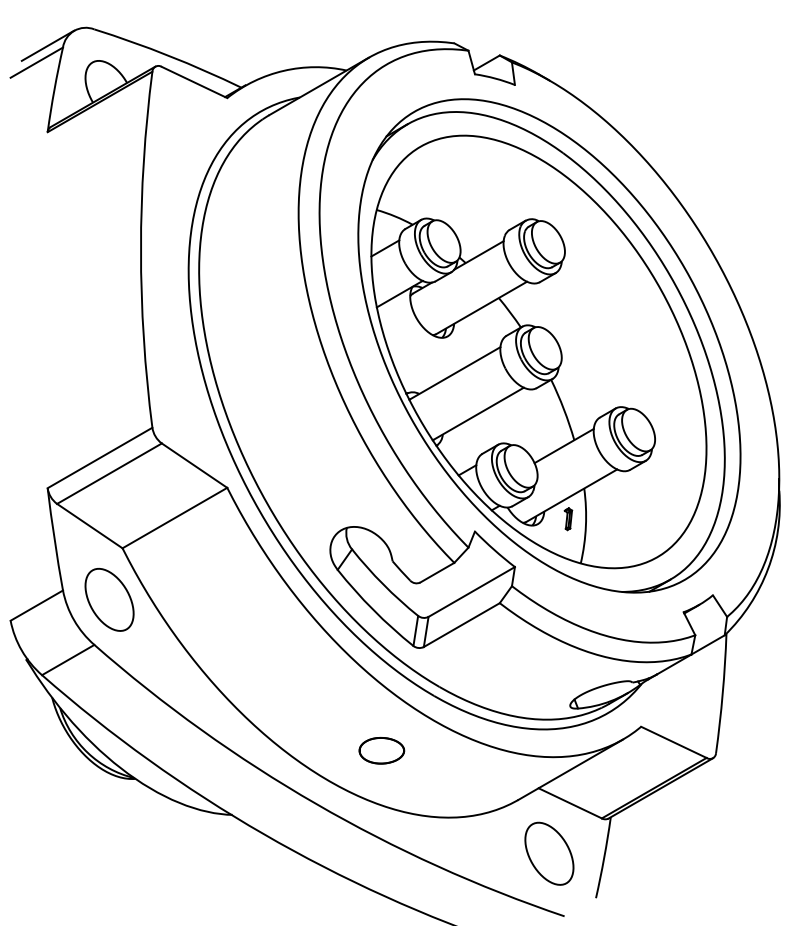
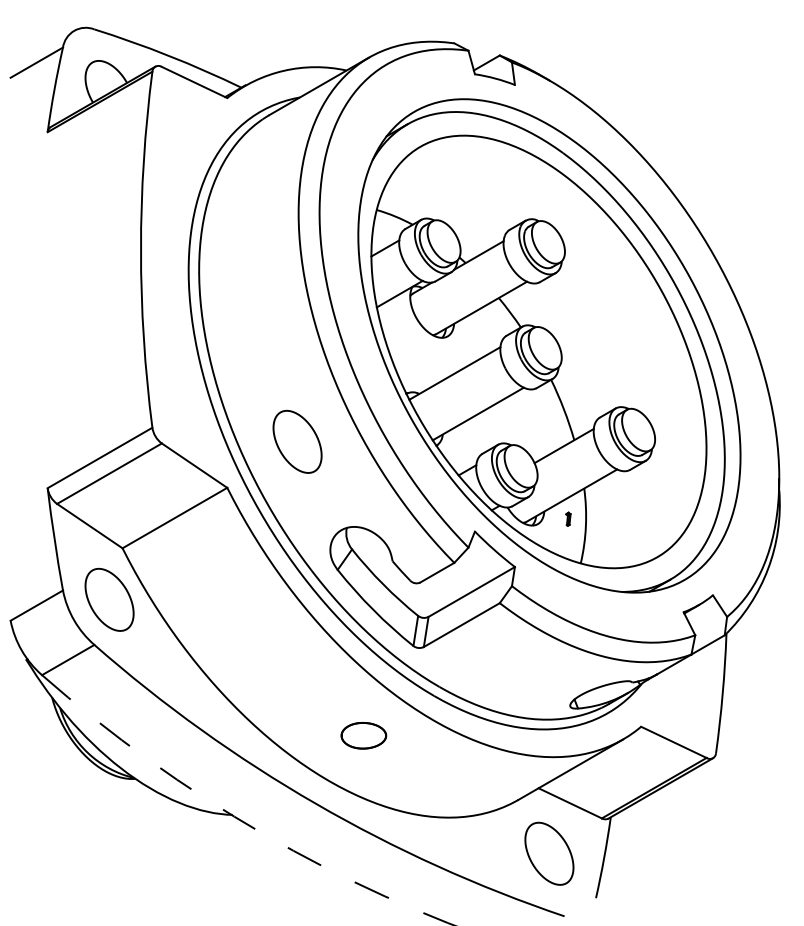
line at (47, 45): present -> none
part at (297, 441): none -> present
part at (568, 519) size: 11x25 px -> 7x16 px
part at (381, 750) position: (381, 750) -> (363, 735)
arc at (237, 818): solid -> dashed
